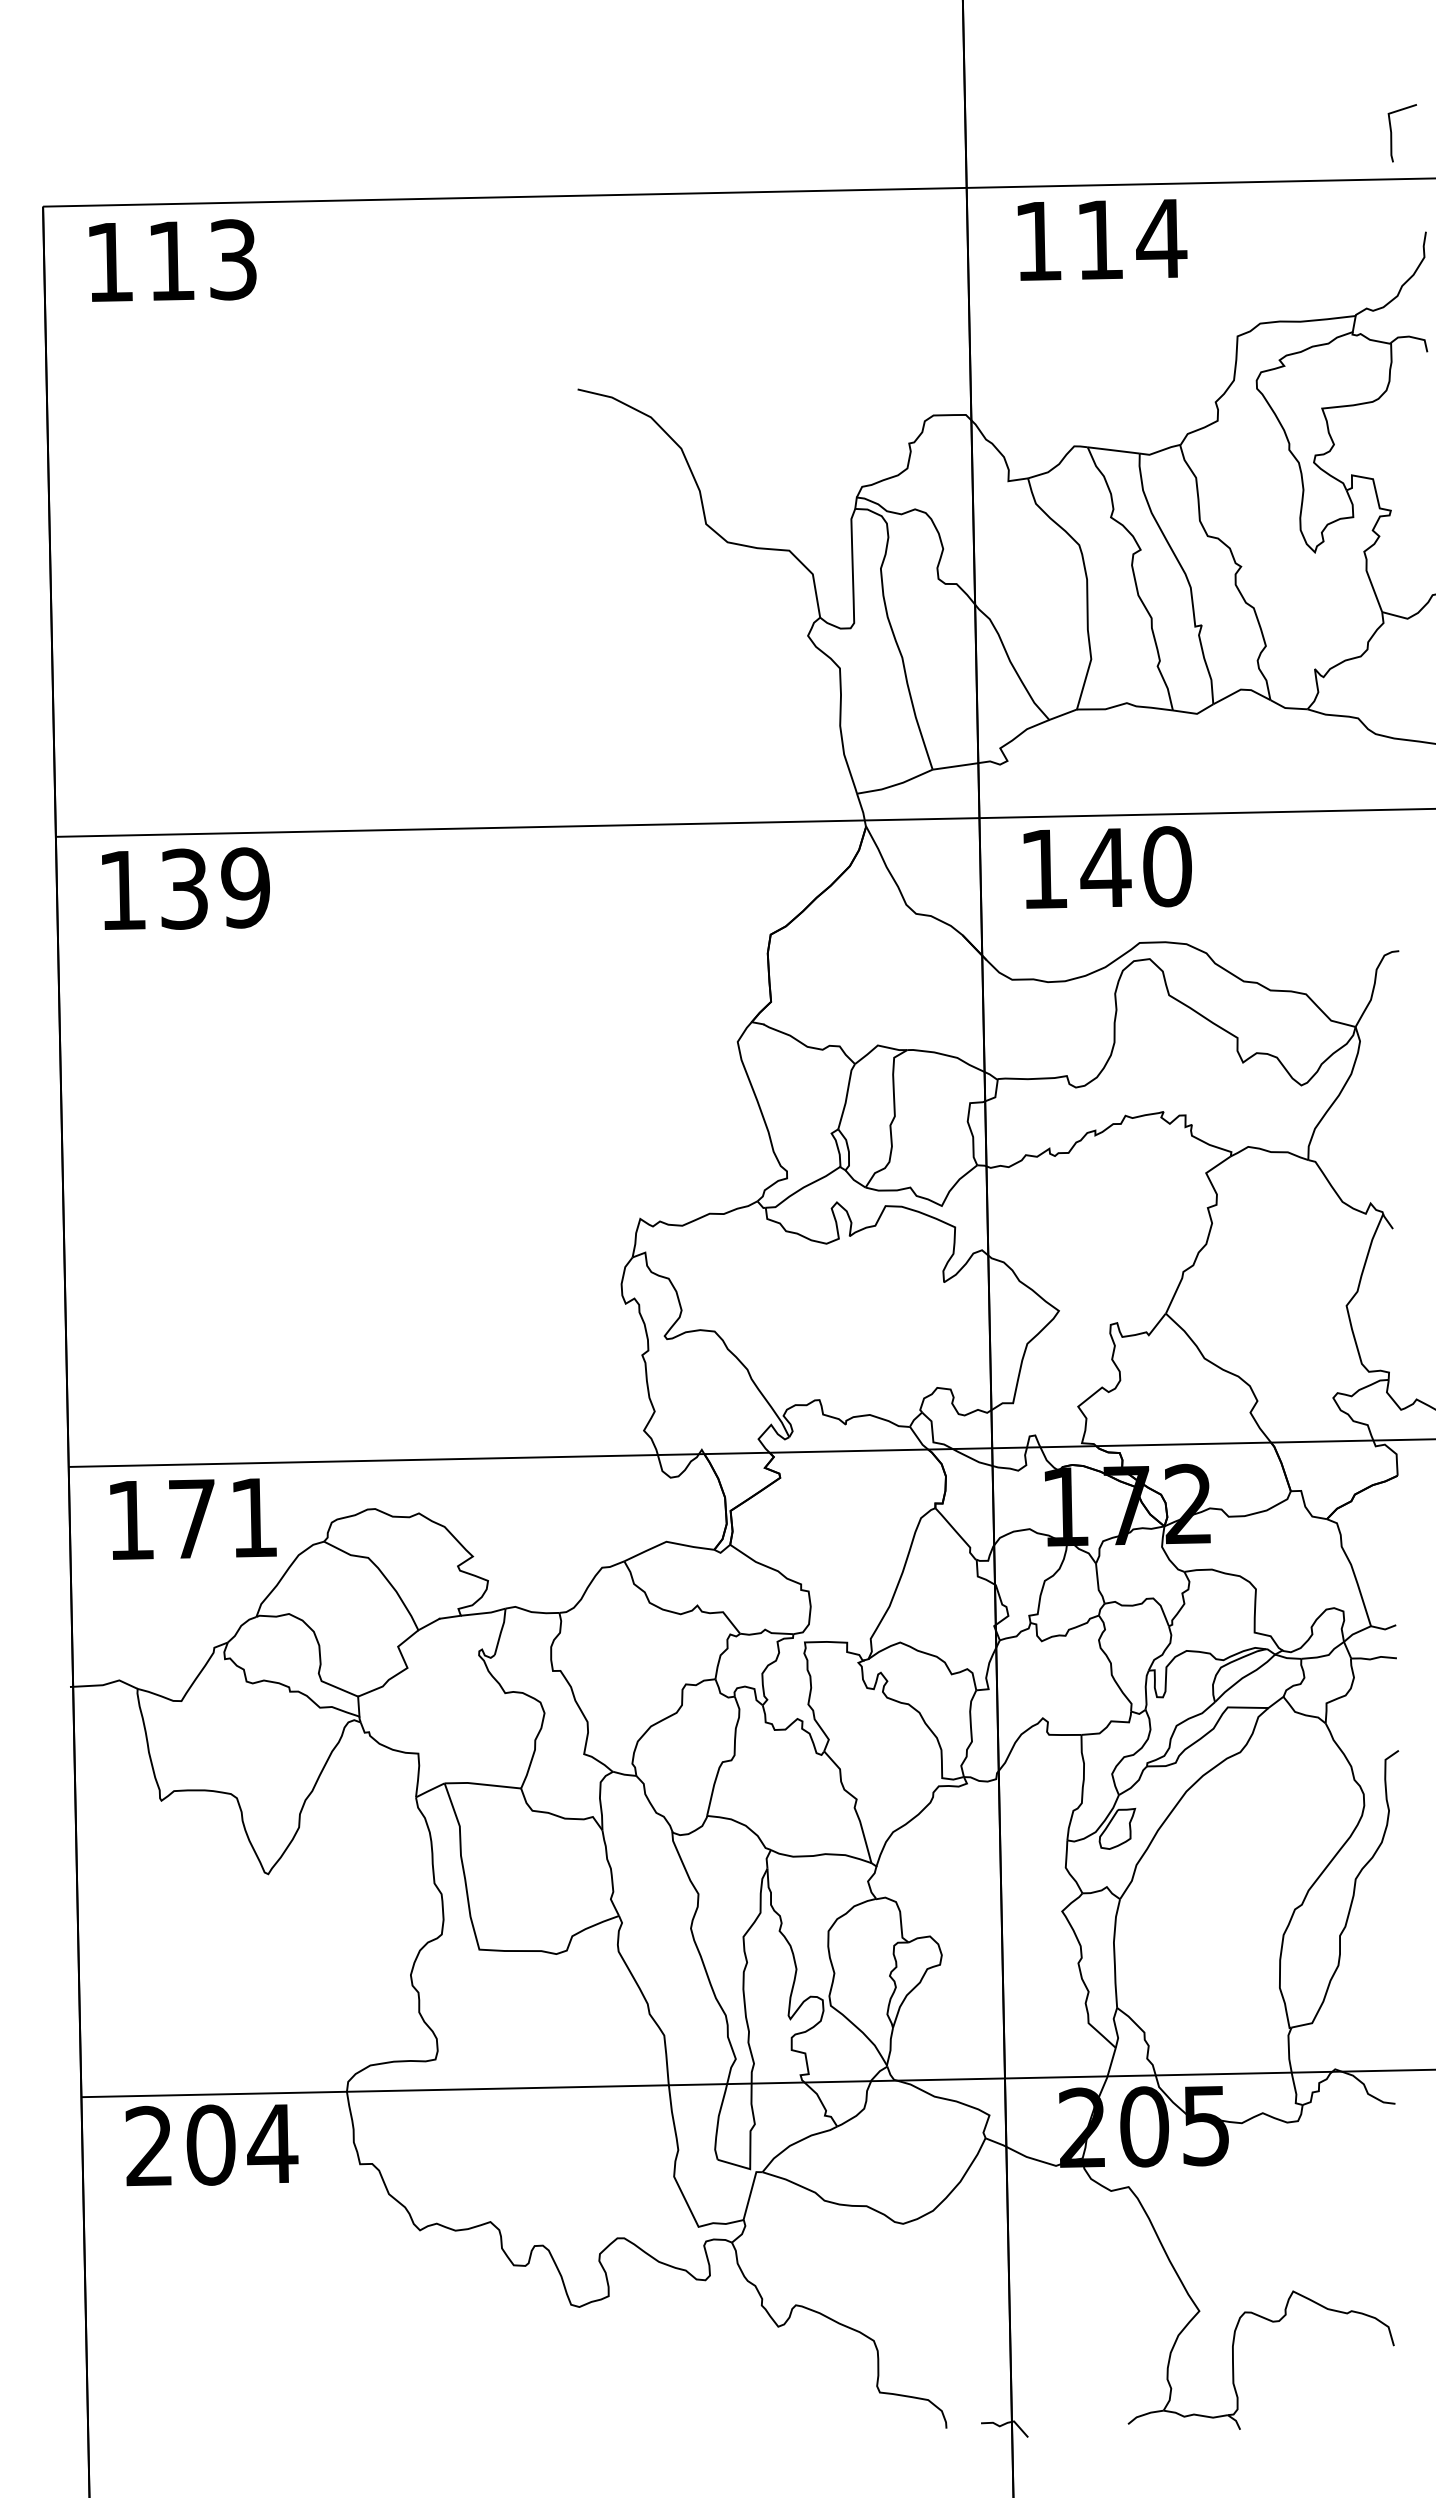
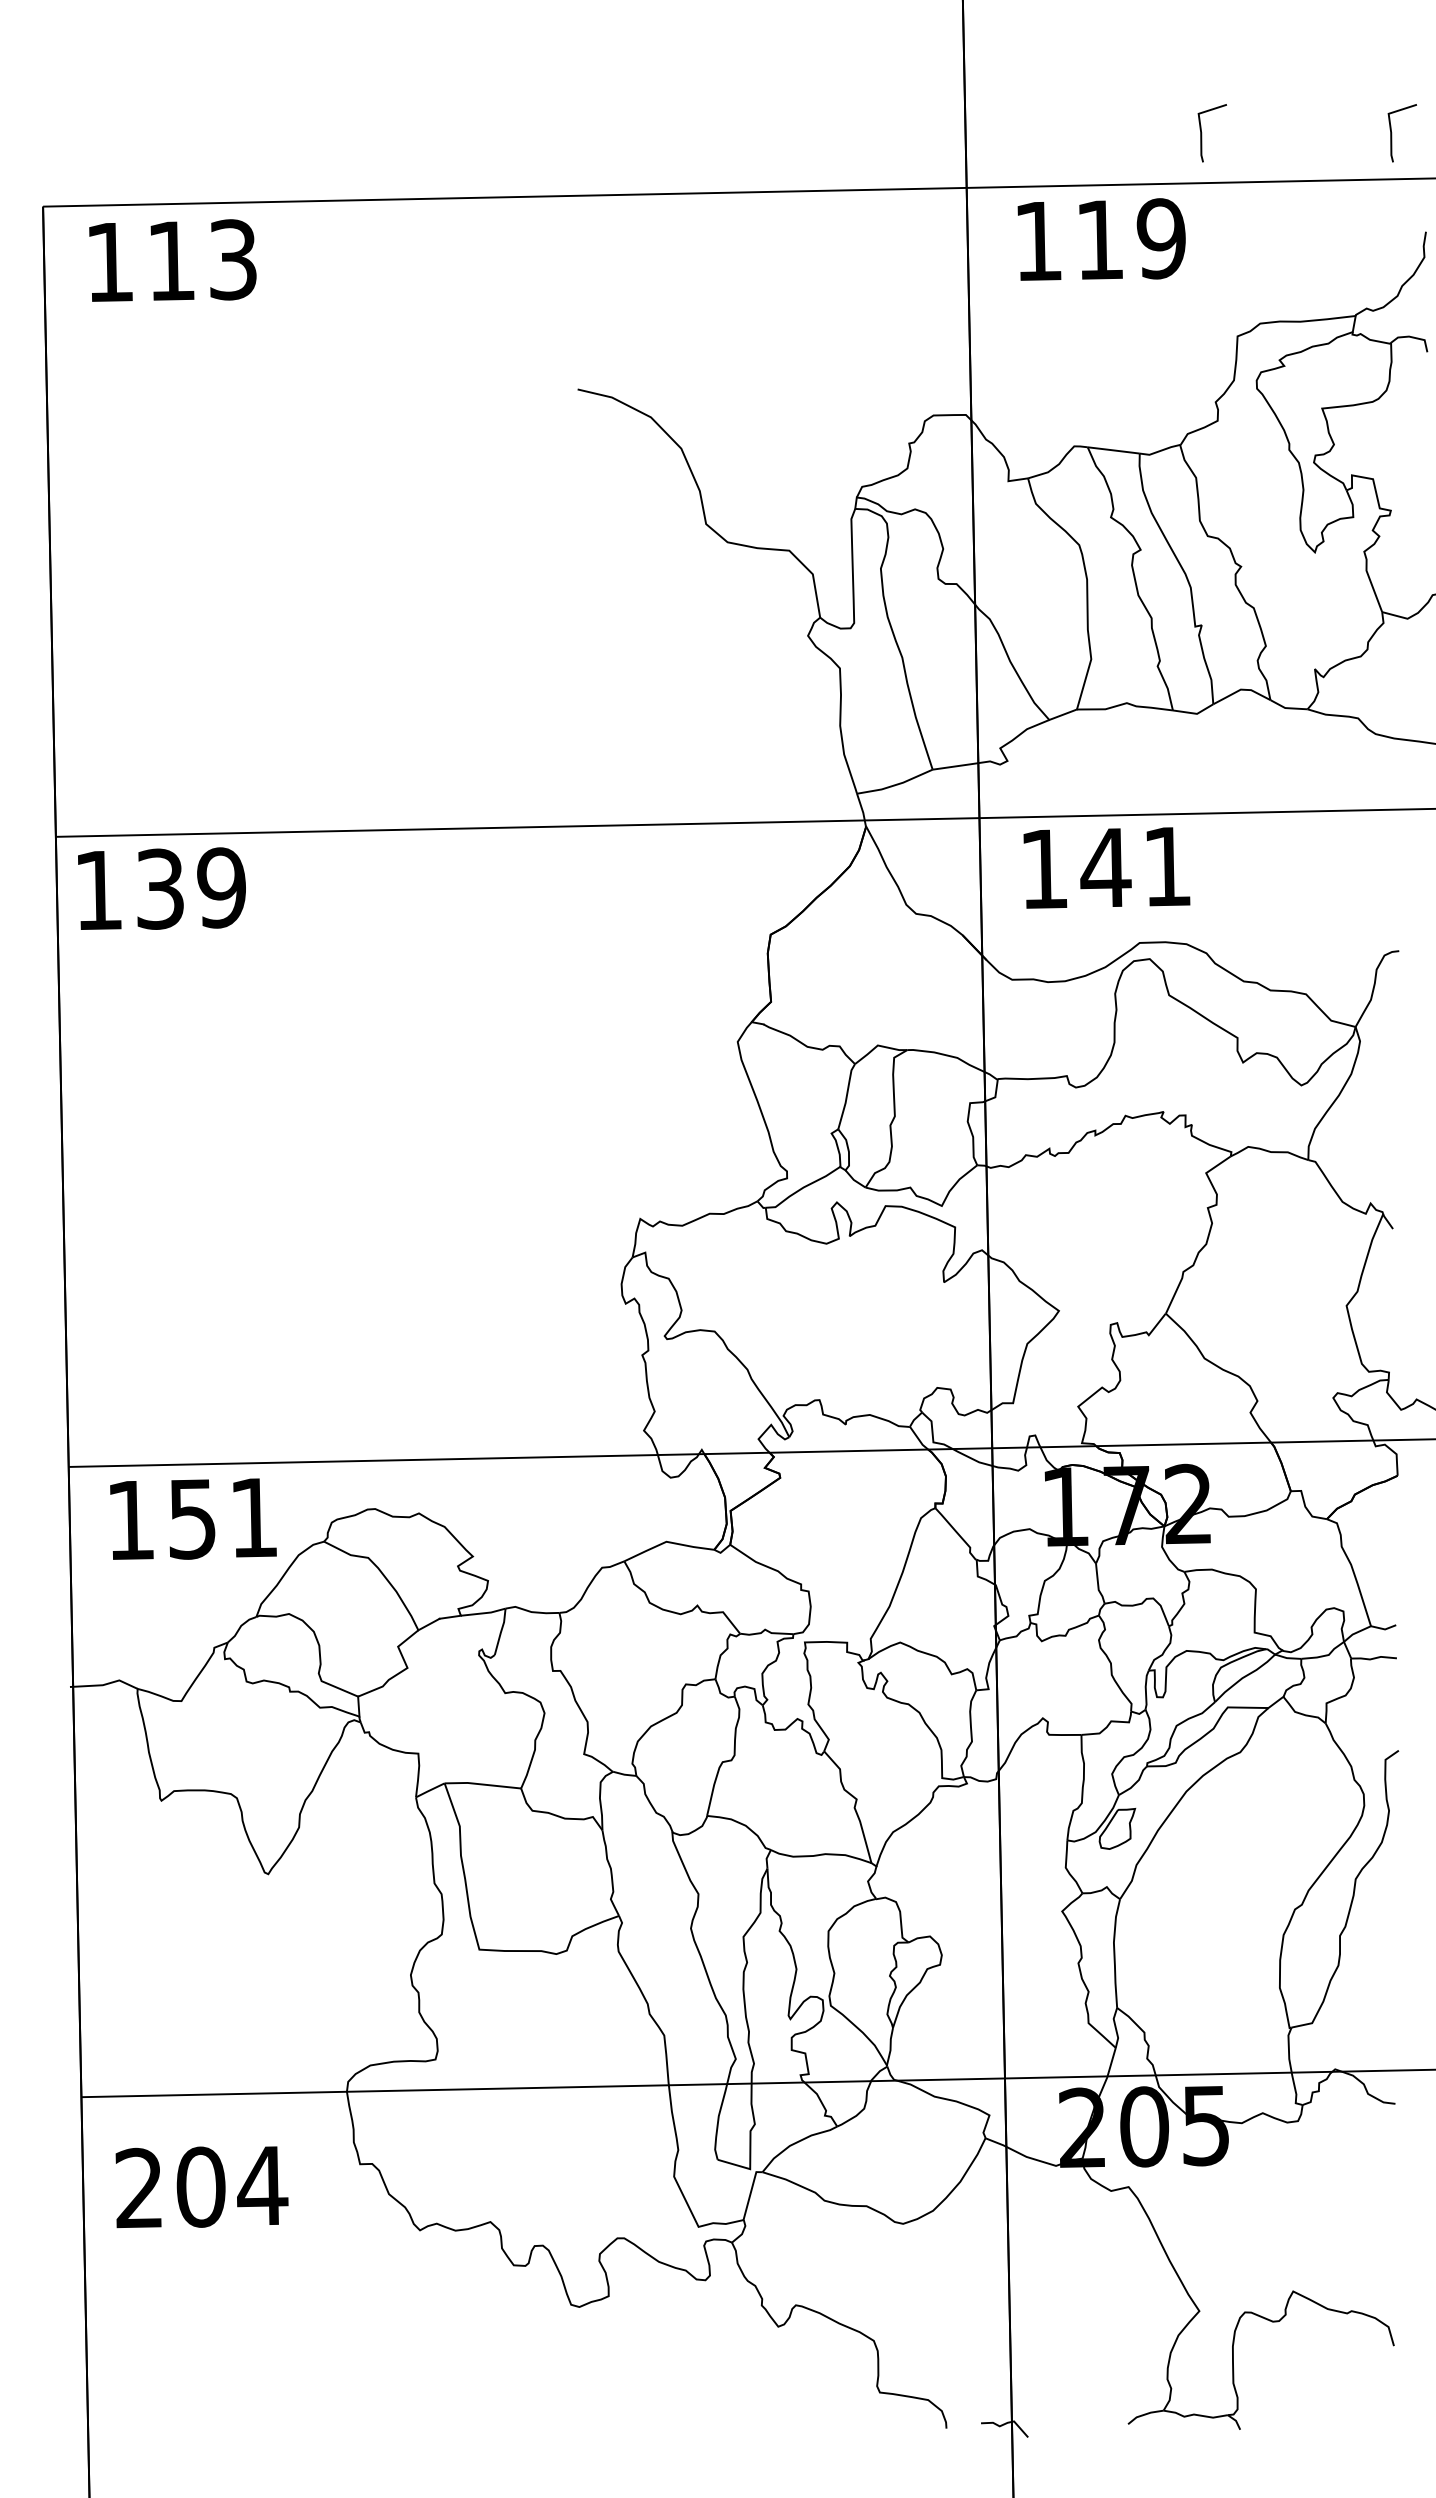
line at (1202, 133): none -> present
text at (1161, 238): 114 -> 119
text at (1167, 866): 140 -> 141
text at (185, 888) position: (185, 888) -> (161, 888)
text at (192, 1519): 171 -> 151
text at (211, 2145) position: (211, 2145) -> (201, 2187)
